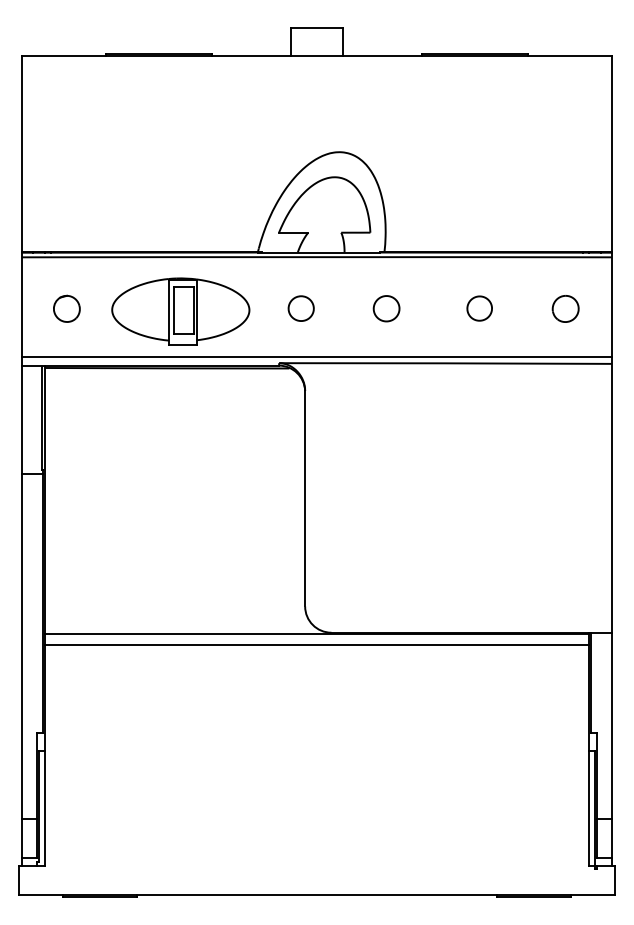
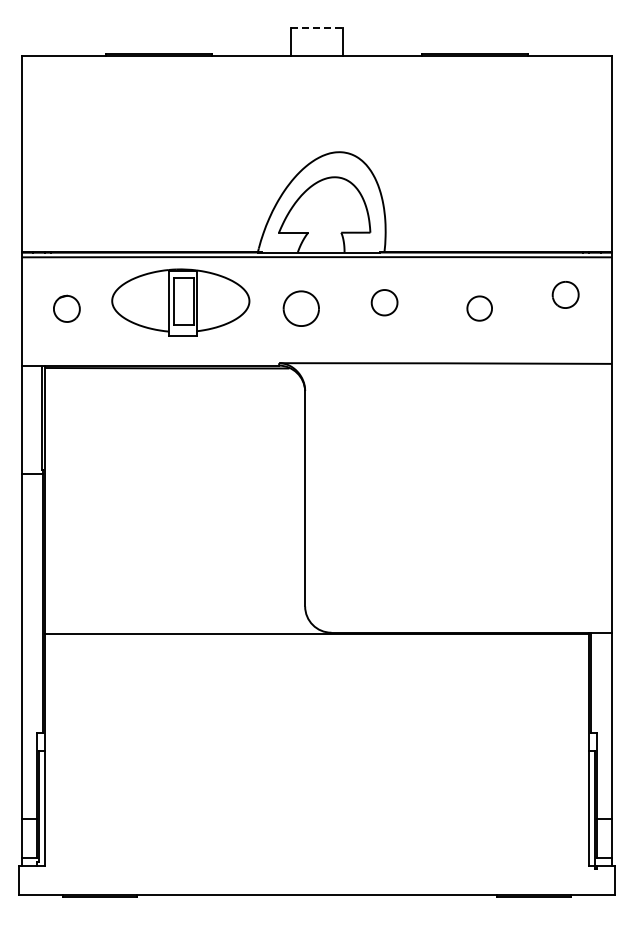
line at (317, 27): solid -> dashed
part at (300, 308) size: 28x27 px -> 38x37 px
part at (386, 308) position: (386, 308) -> (384, 302)
part at (565, 308) position: (565, 308) -> (565, 294)
part at (180, 311) position: (180, 311) -> (180, 302)
line at (316, 356): present -> none
line at (316, 645): present -> none
